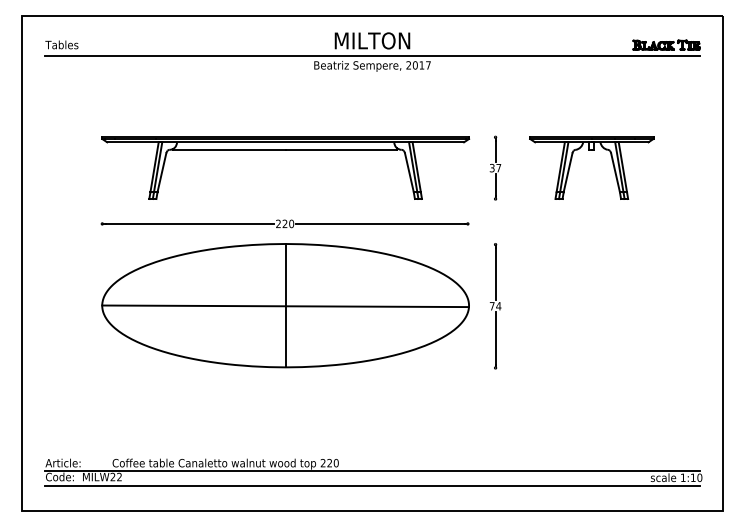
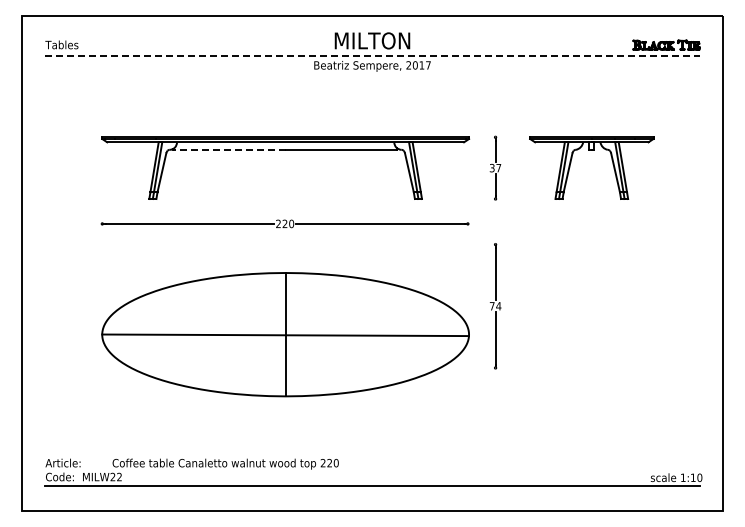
line at (372, 55): solid -> dashed
line at (228, 149): solid -> dashed
part at (285, 305) position: (285, 305) -> (285, 334)
line at (372, 471): present -> none
